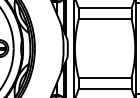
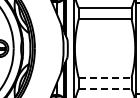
line at (105, 77): solid -> dashed
line at (105, 89): solid -> dashed
